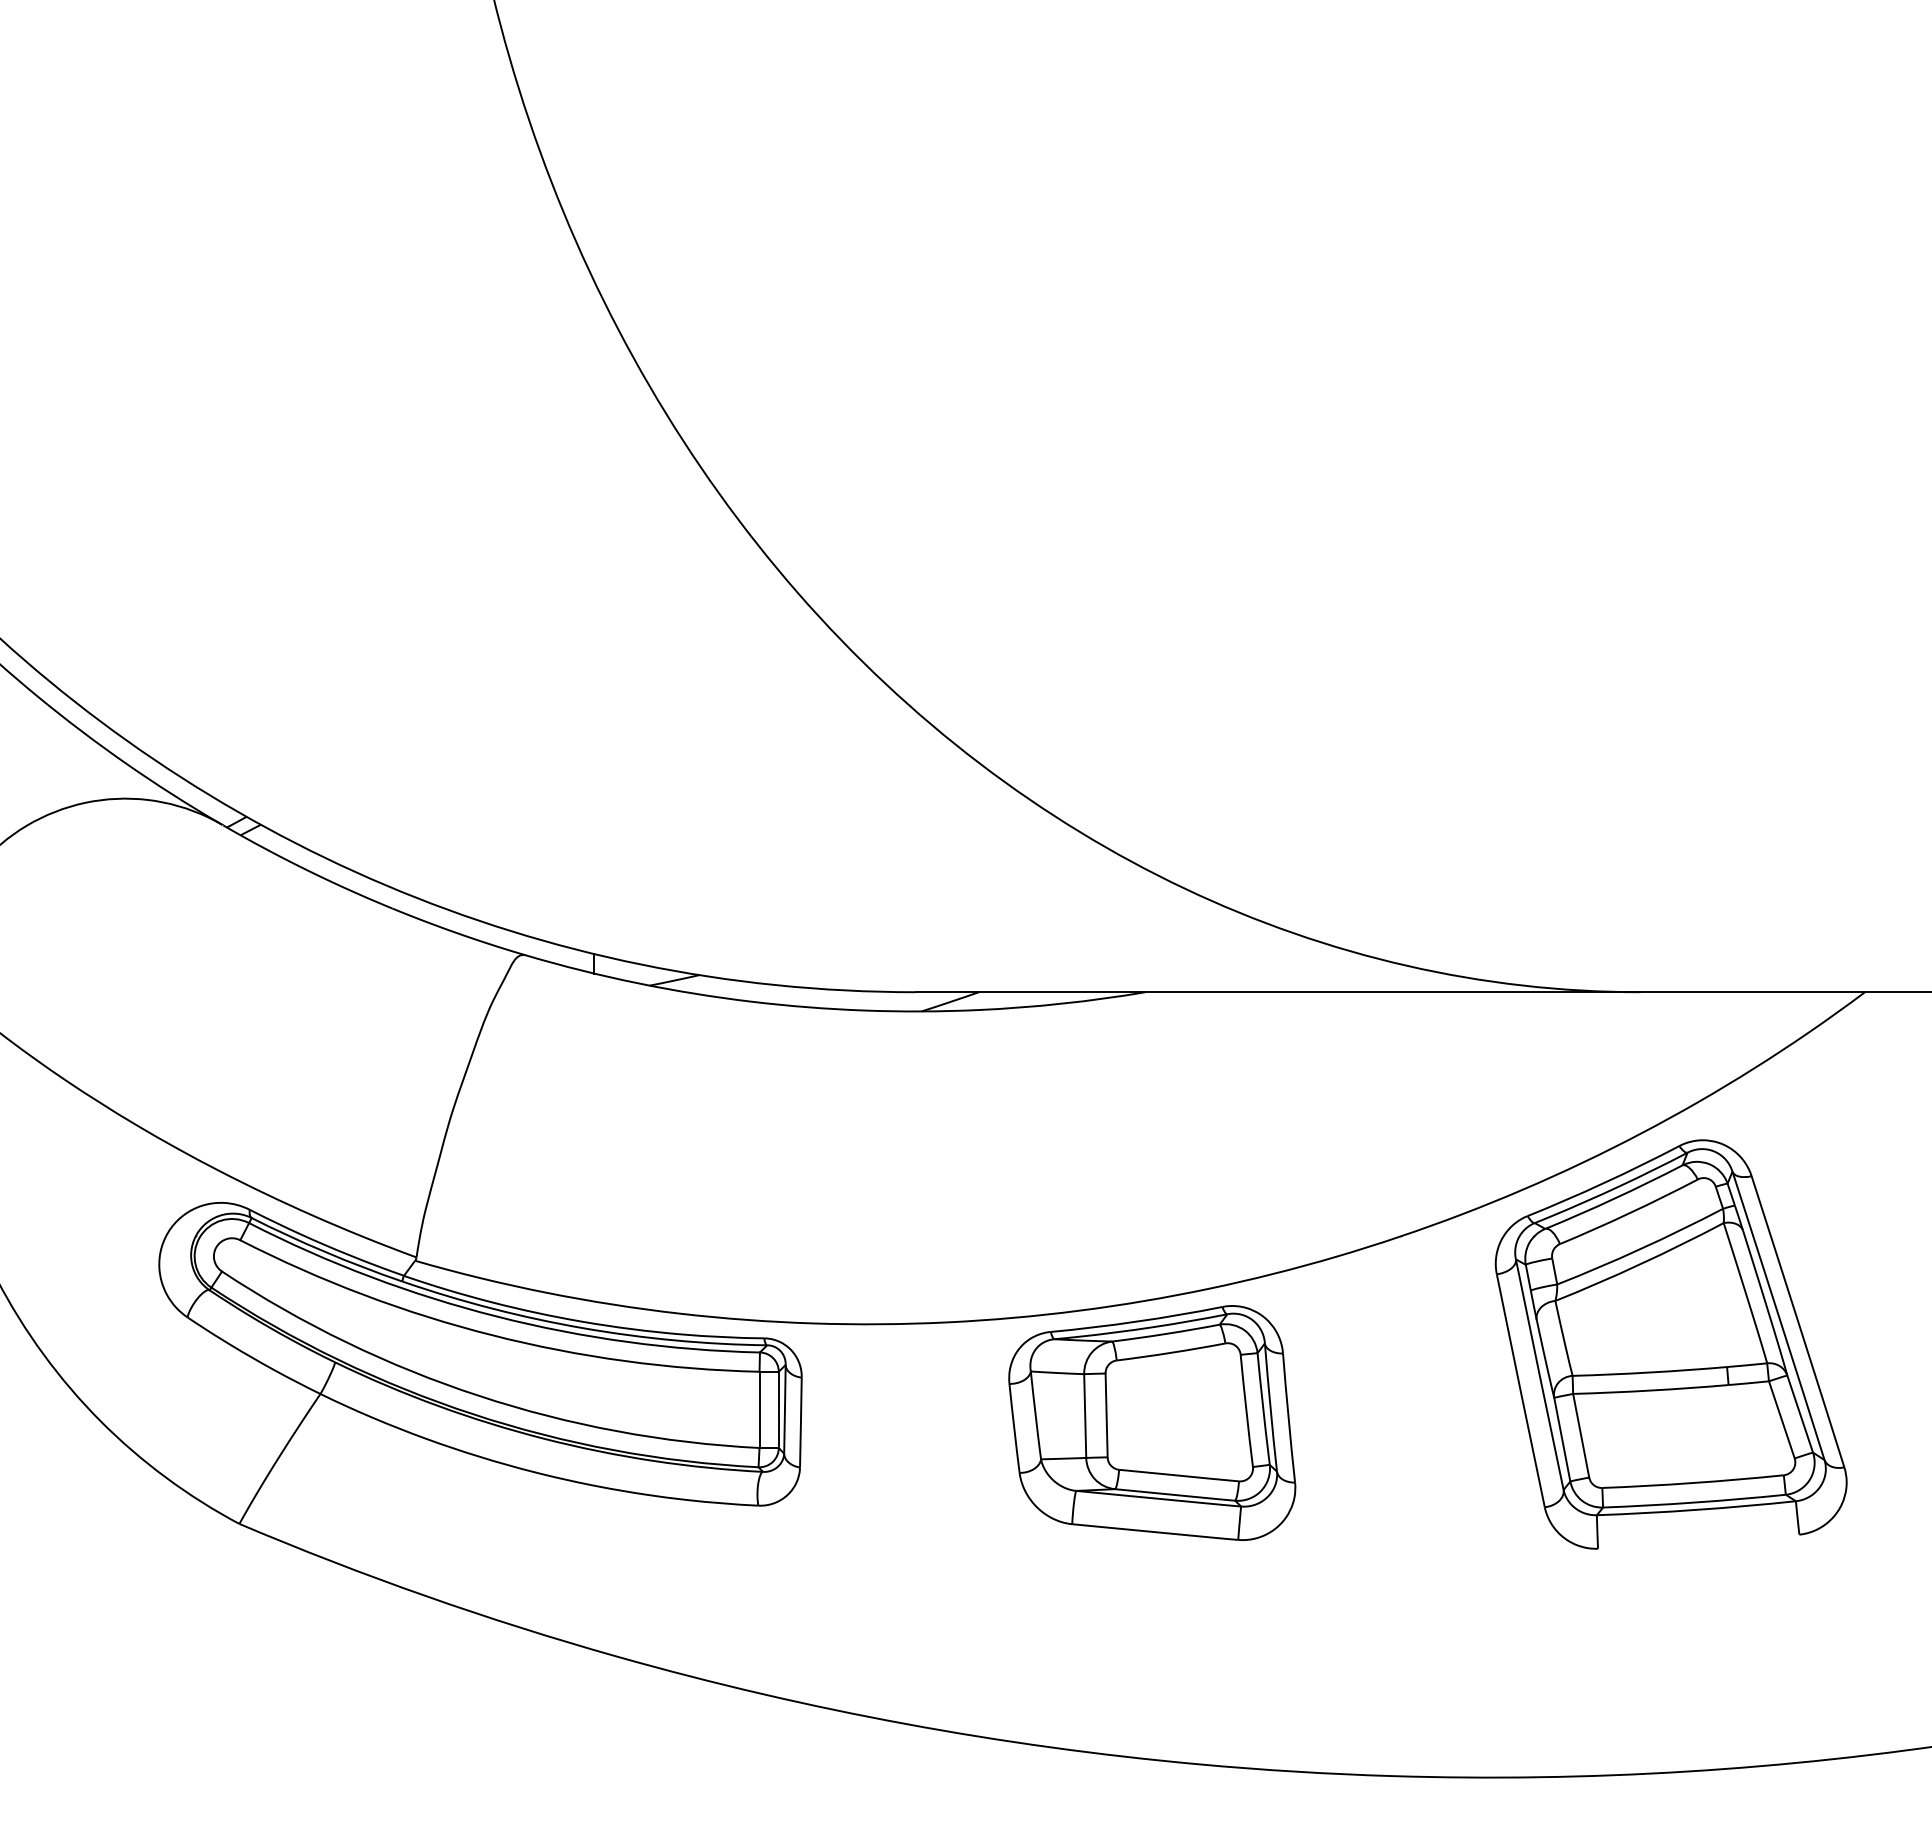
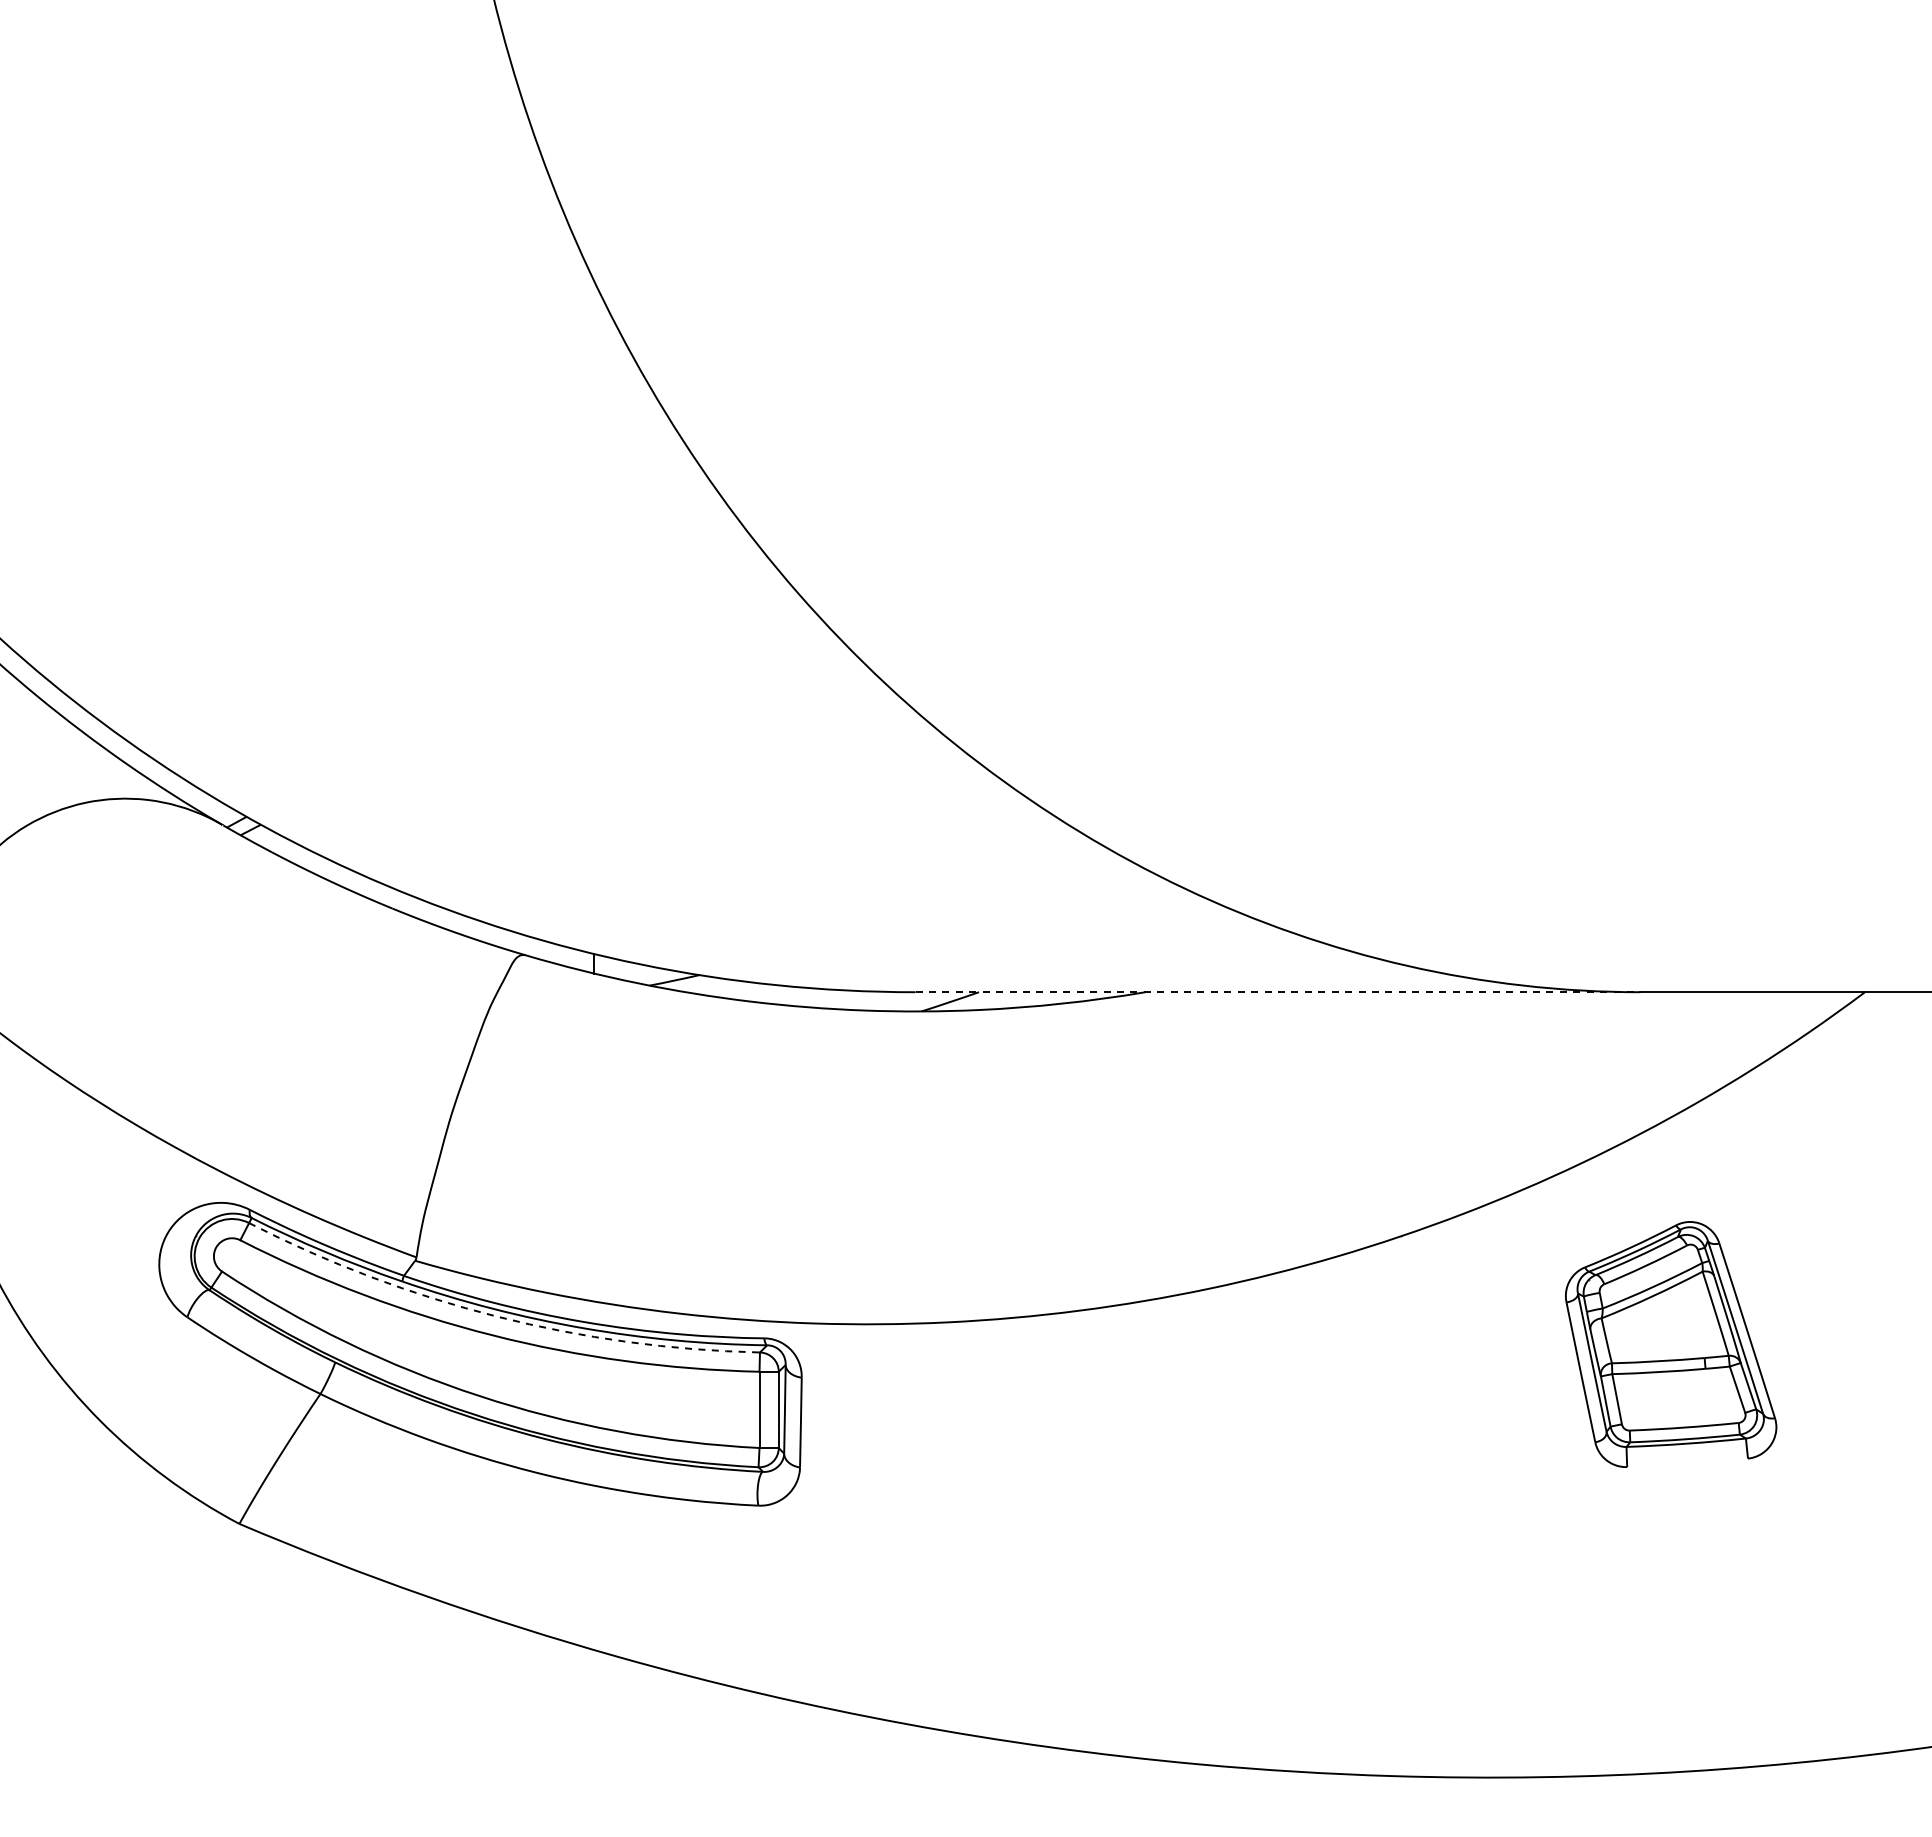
line at (1278, 992): solid -> dashed
arc at (497, 1316): solid -> dashed
part at (1670, 1344) size: 354x411 px -> 213x247 px
part at (1152, 1422): present -> none
